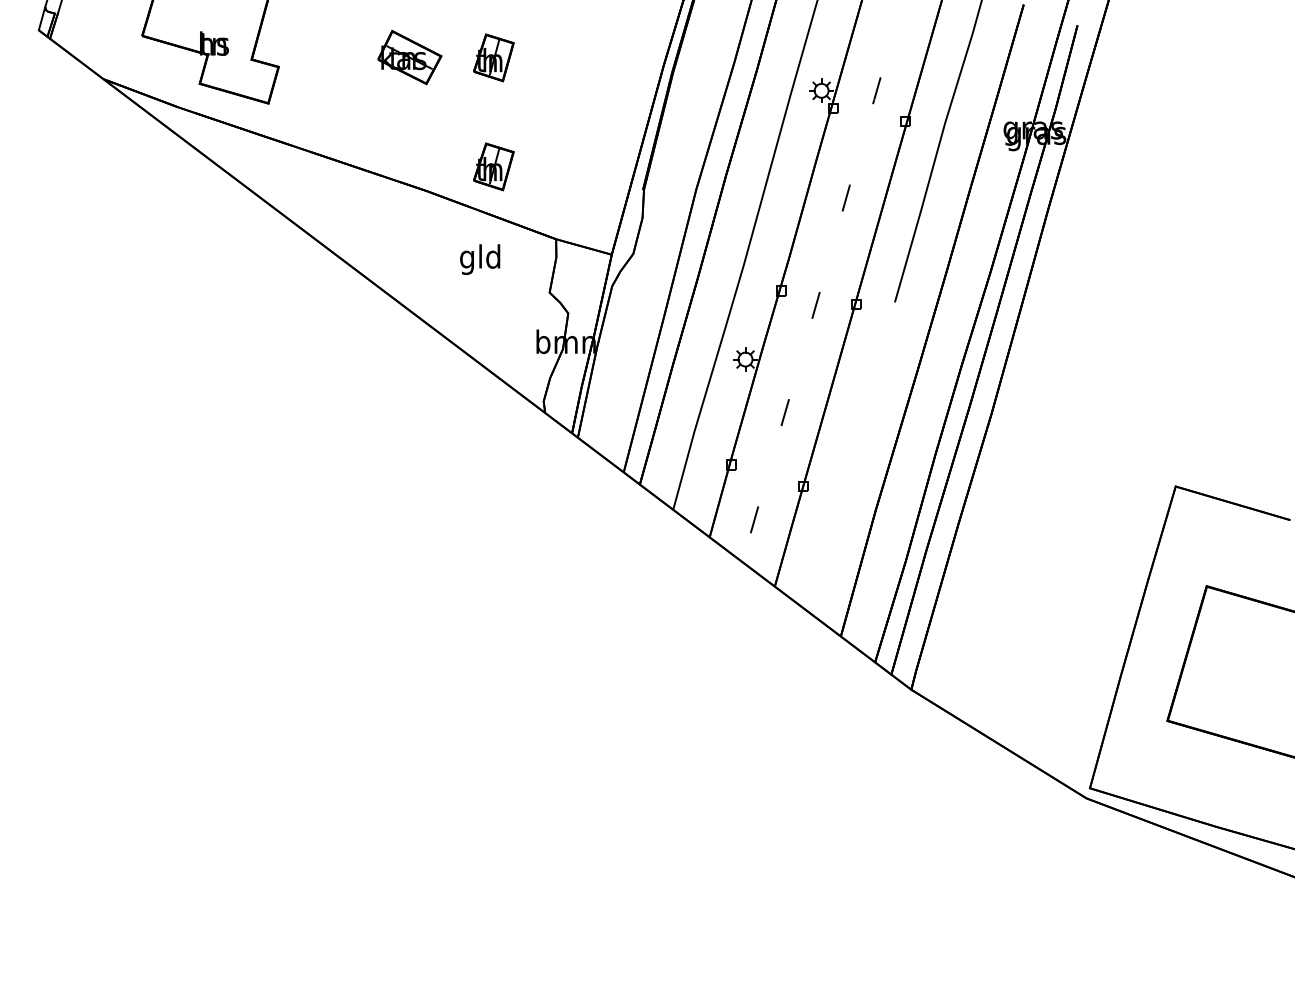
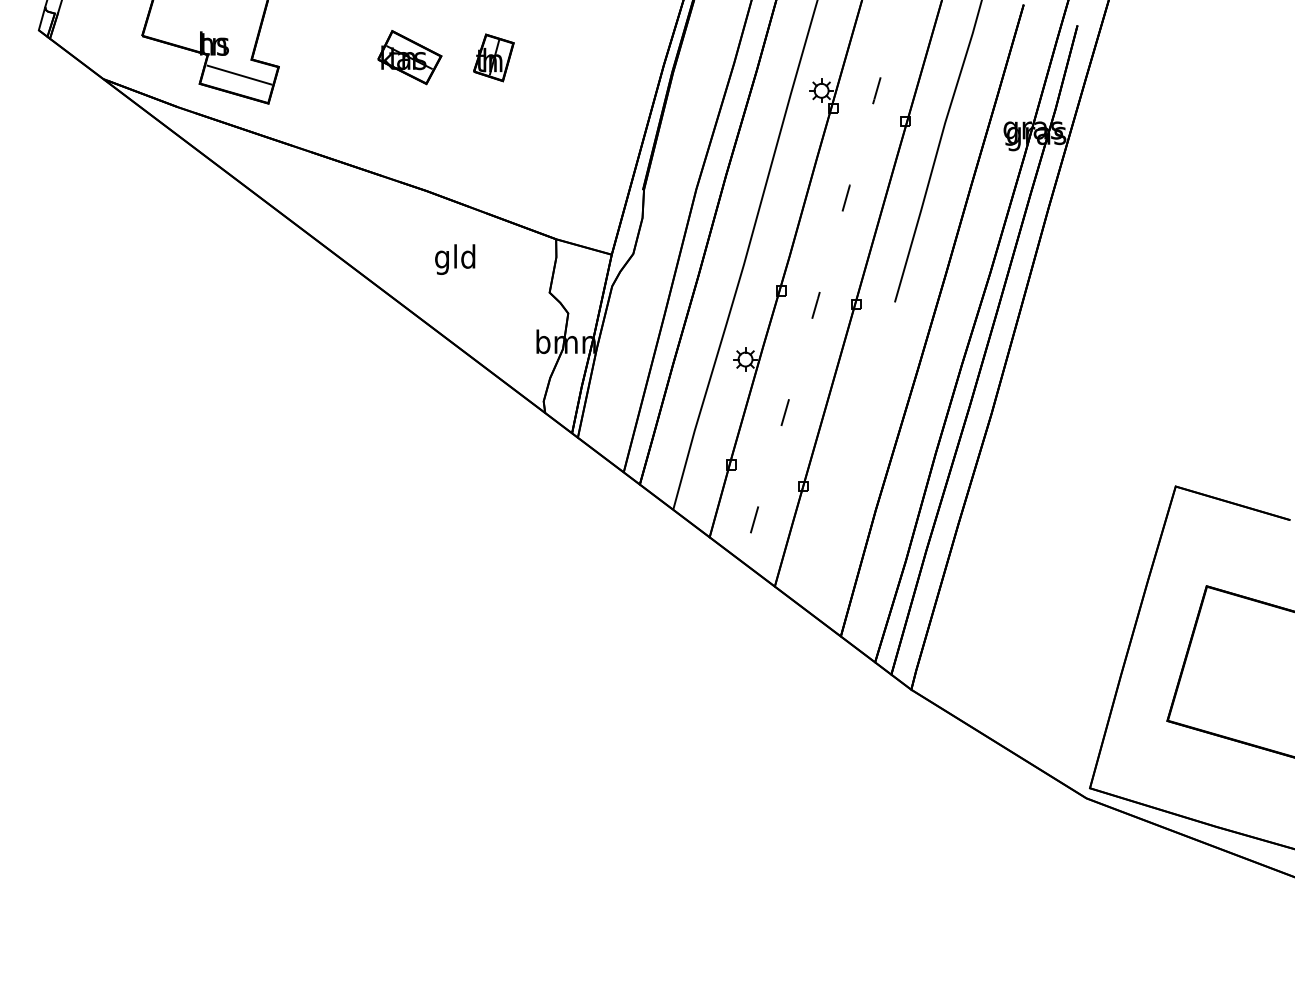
line at (239, 74): none -> present
part at (493, 166): present -> none
text at (480, 259) position: (480, 259) -> (455, 259)
